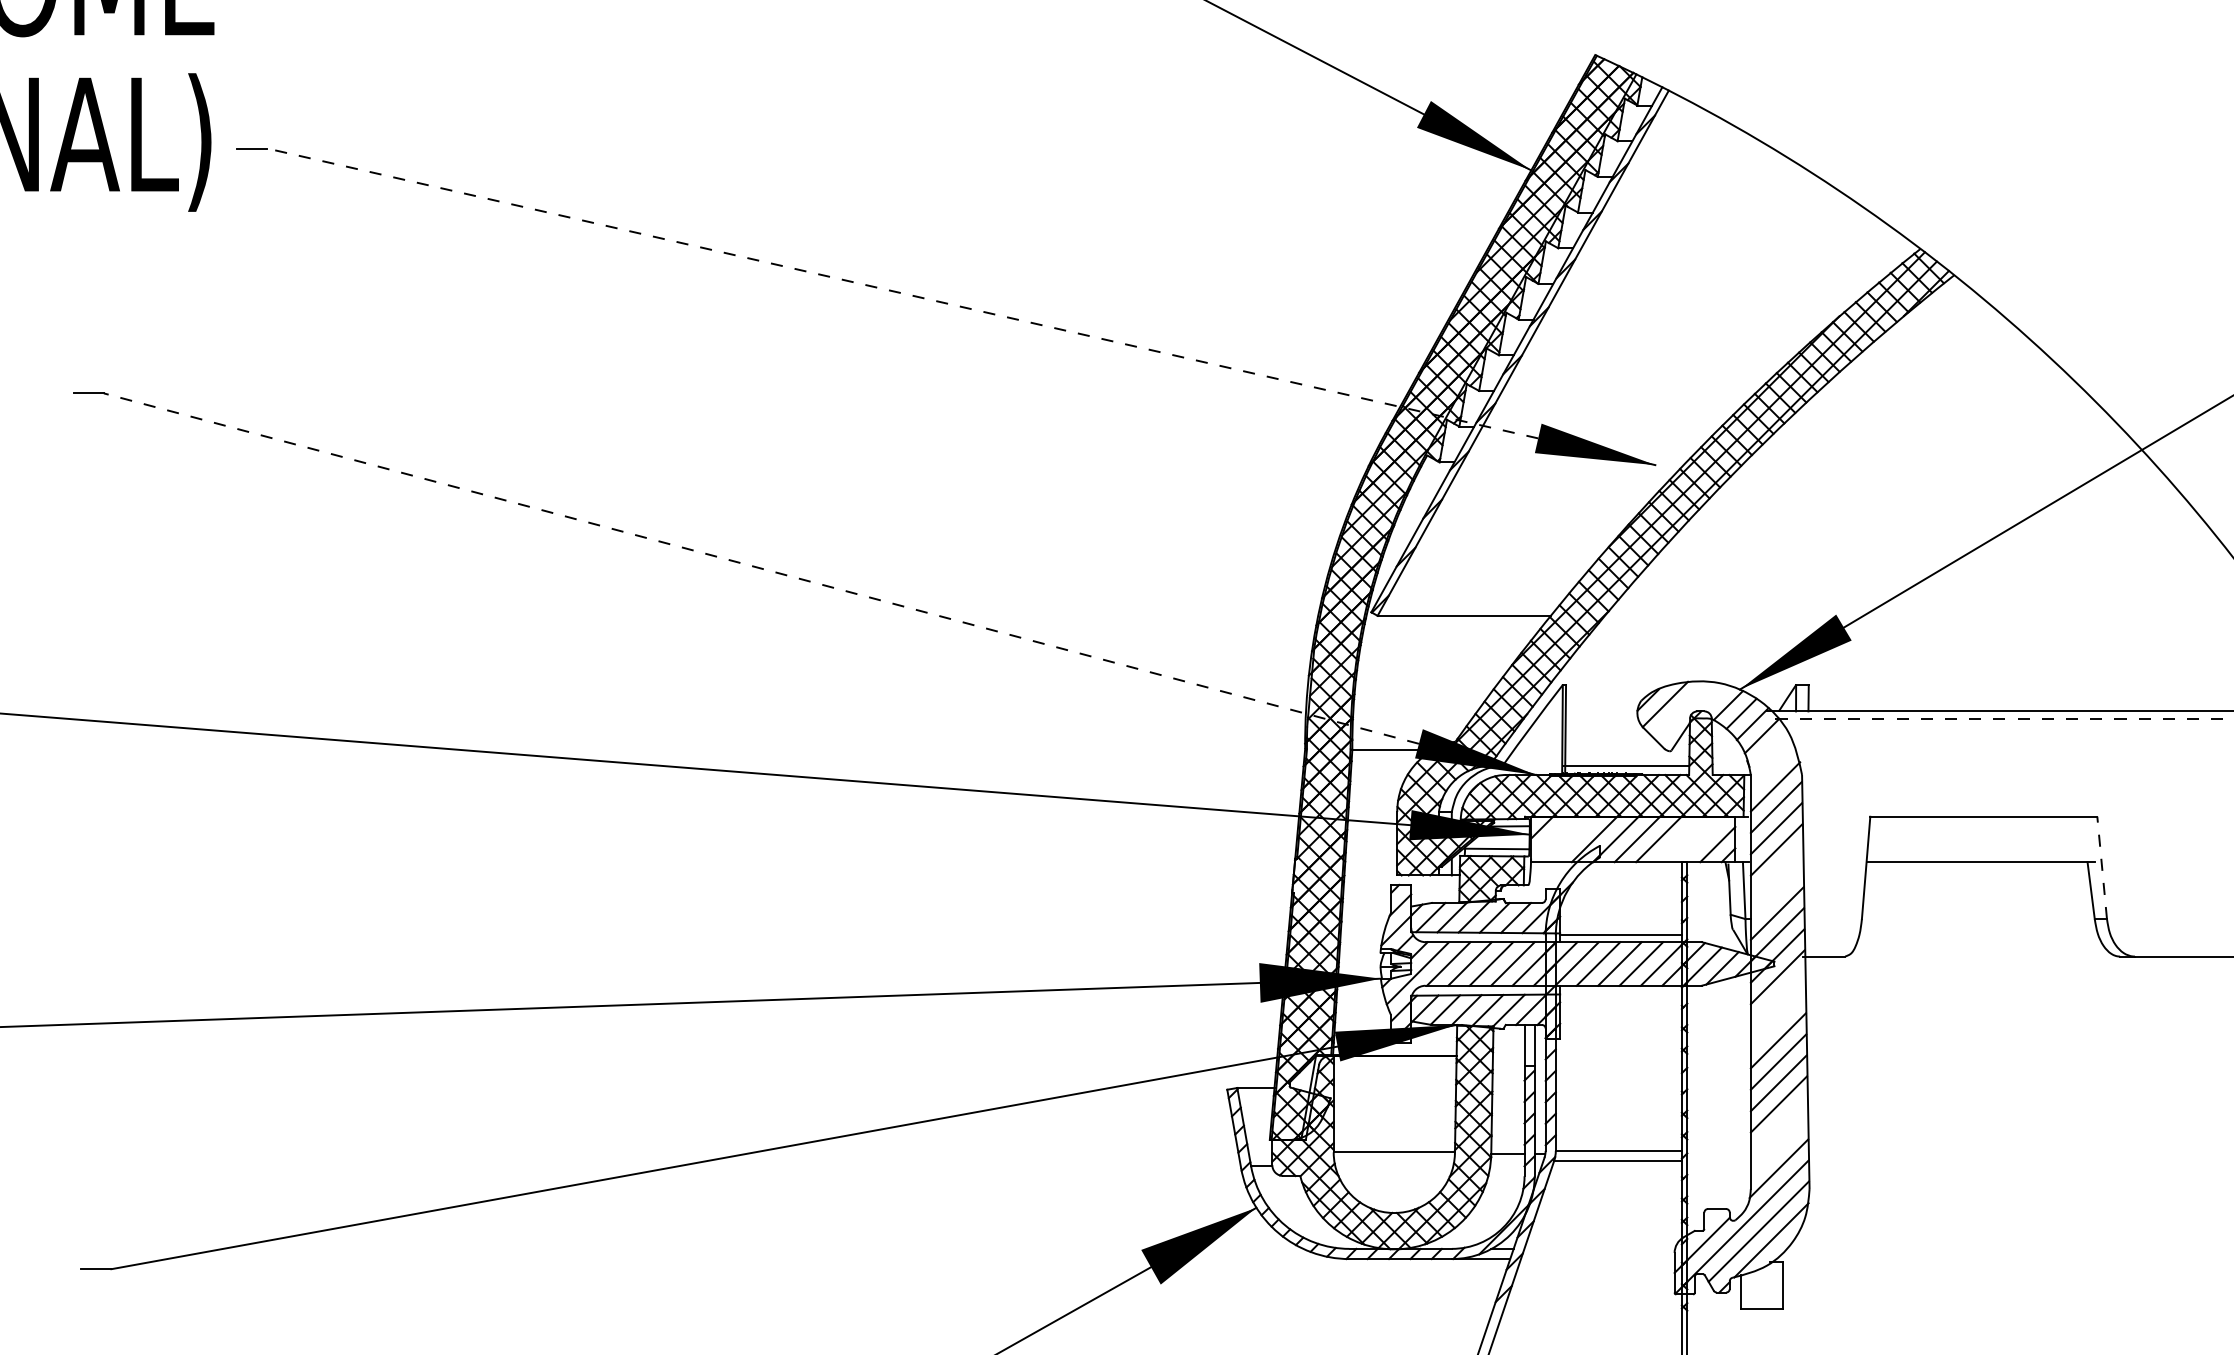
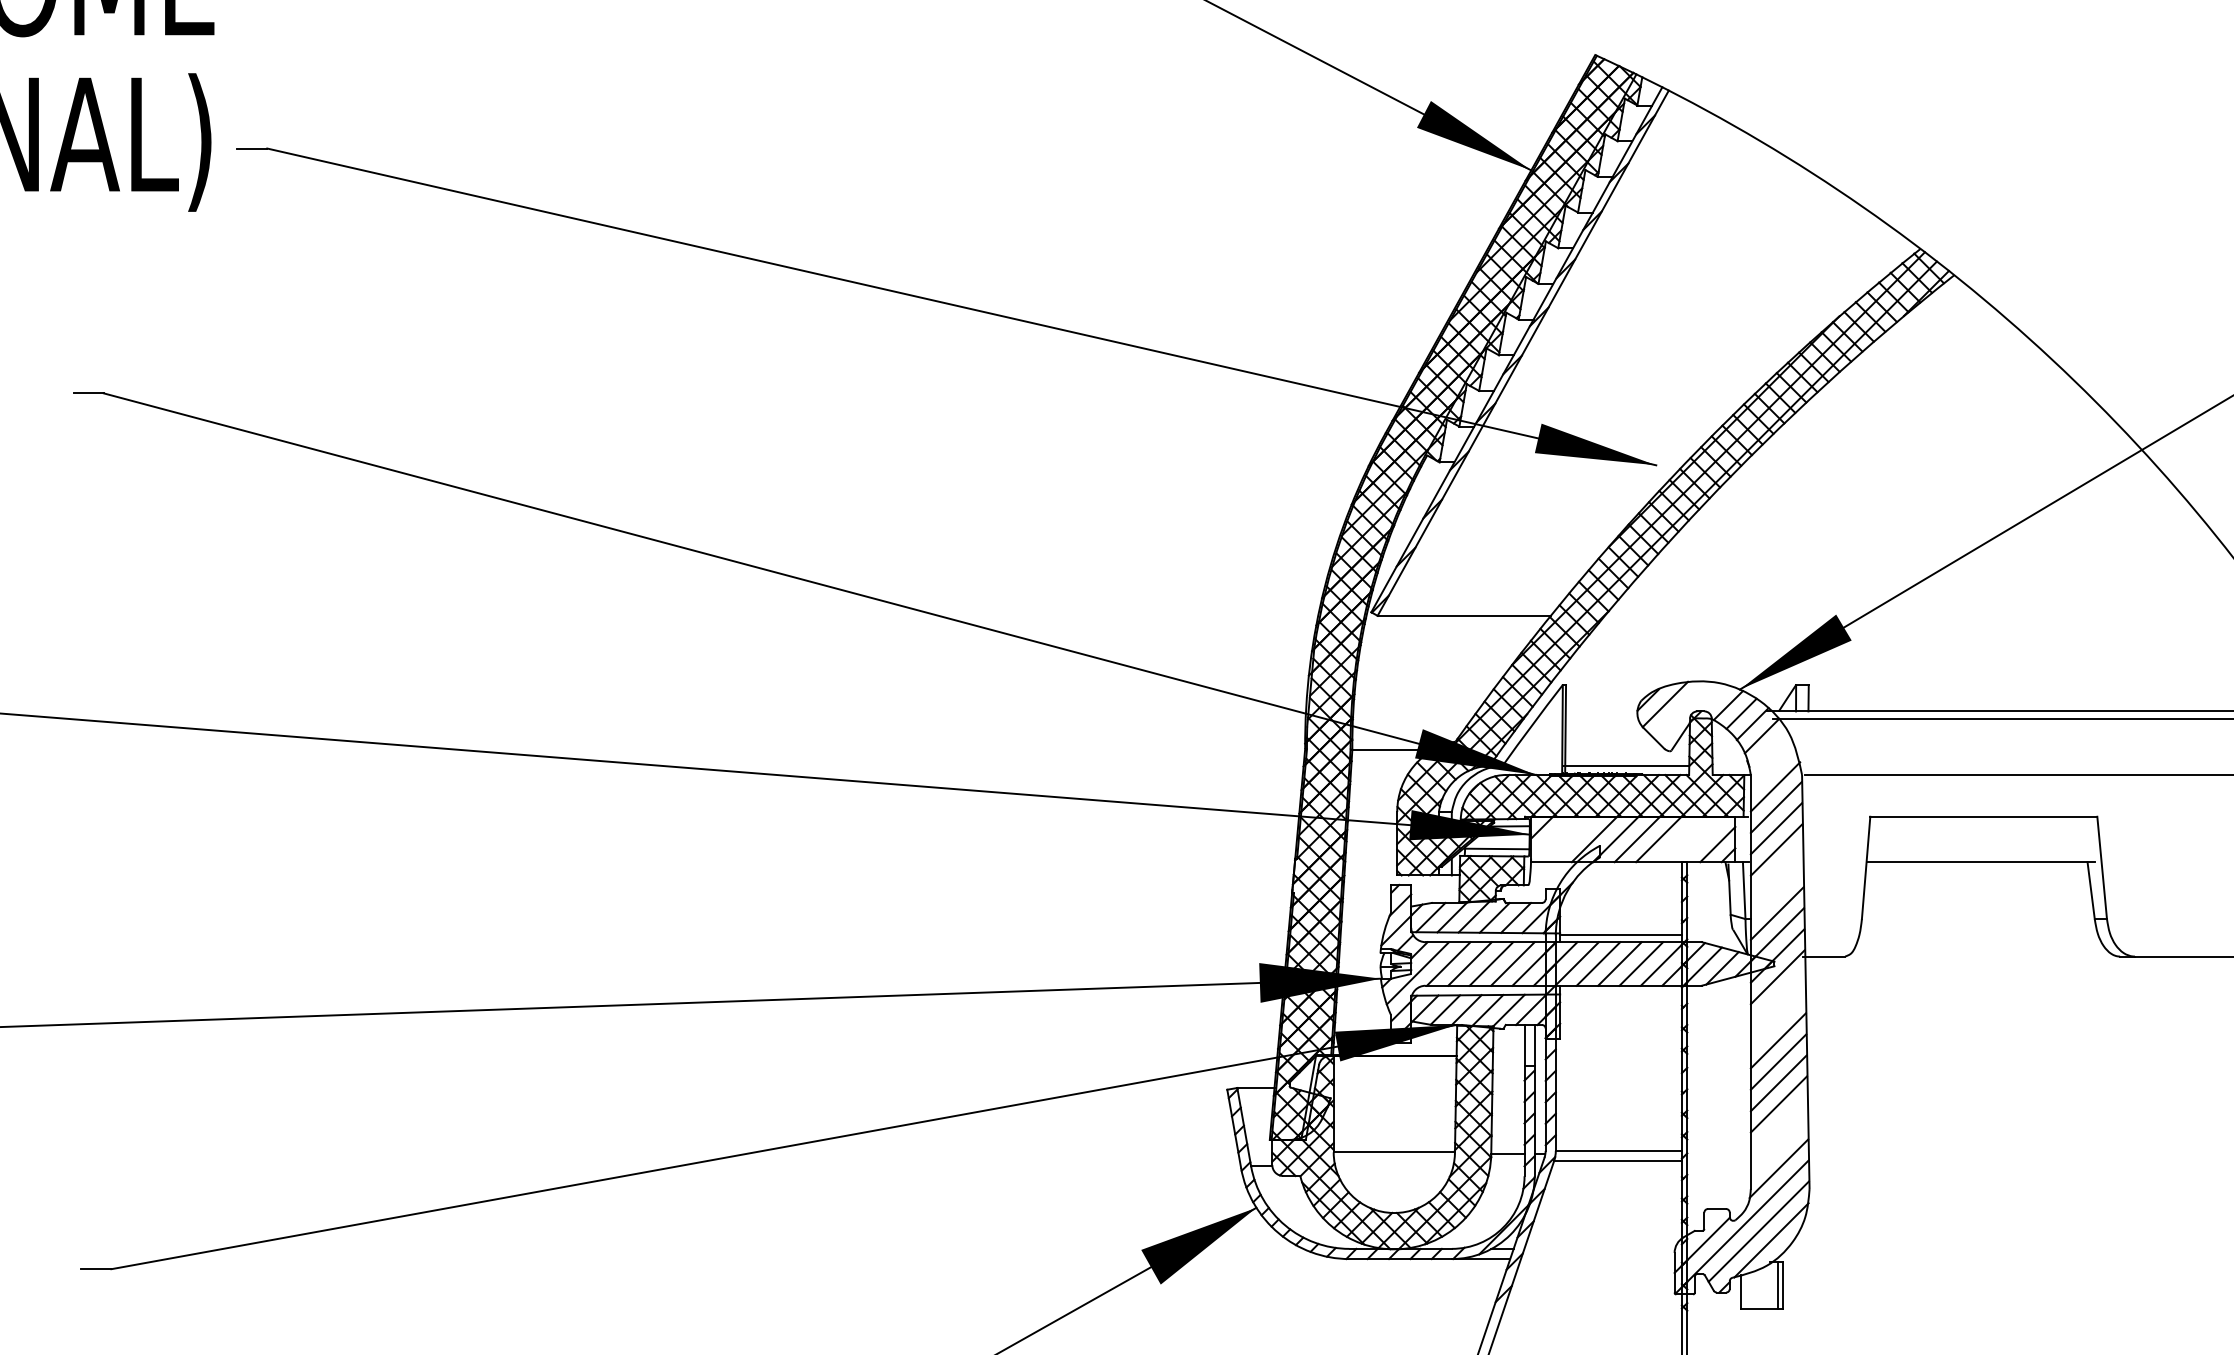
line at (961, 306): dashed -> solid
line at (819, 584): dashed -> solid
line at (2002, 718): dashed -> solid
line at (2017, 774): none -> present
line at (2102, 867): dashed -> solid
line at (1777, 1284): none -> present
